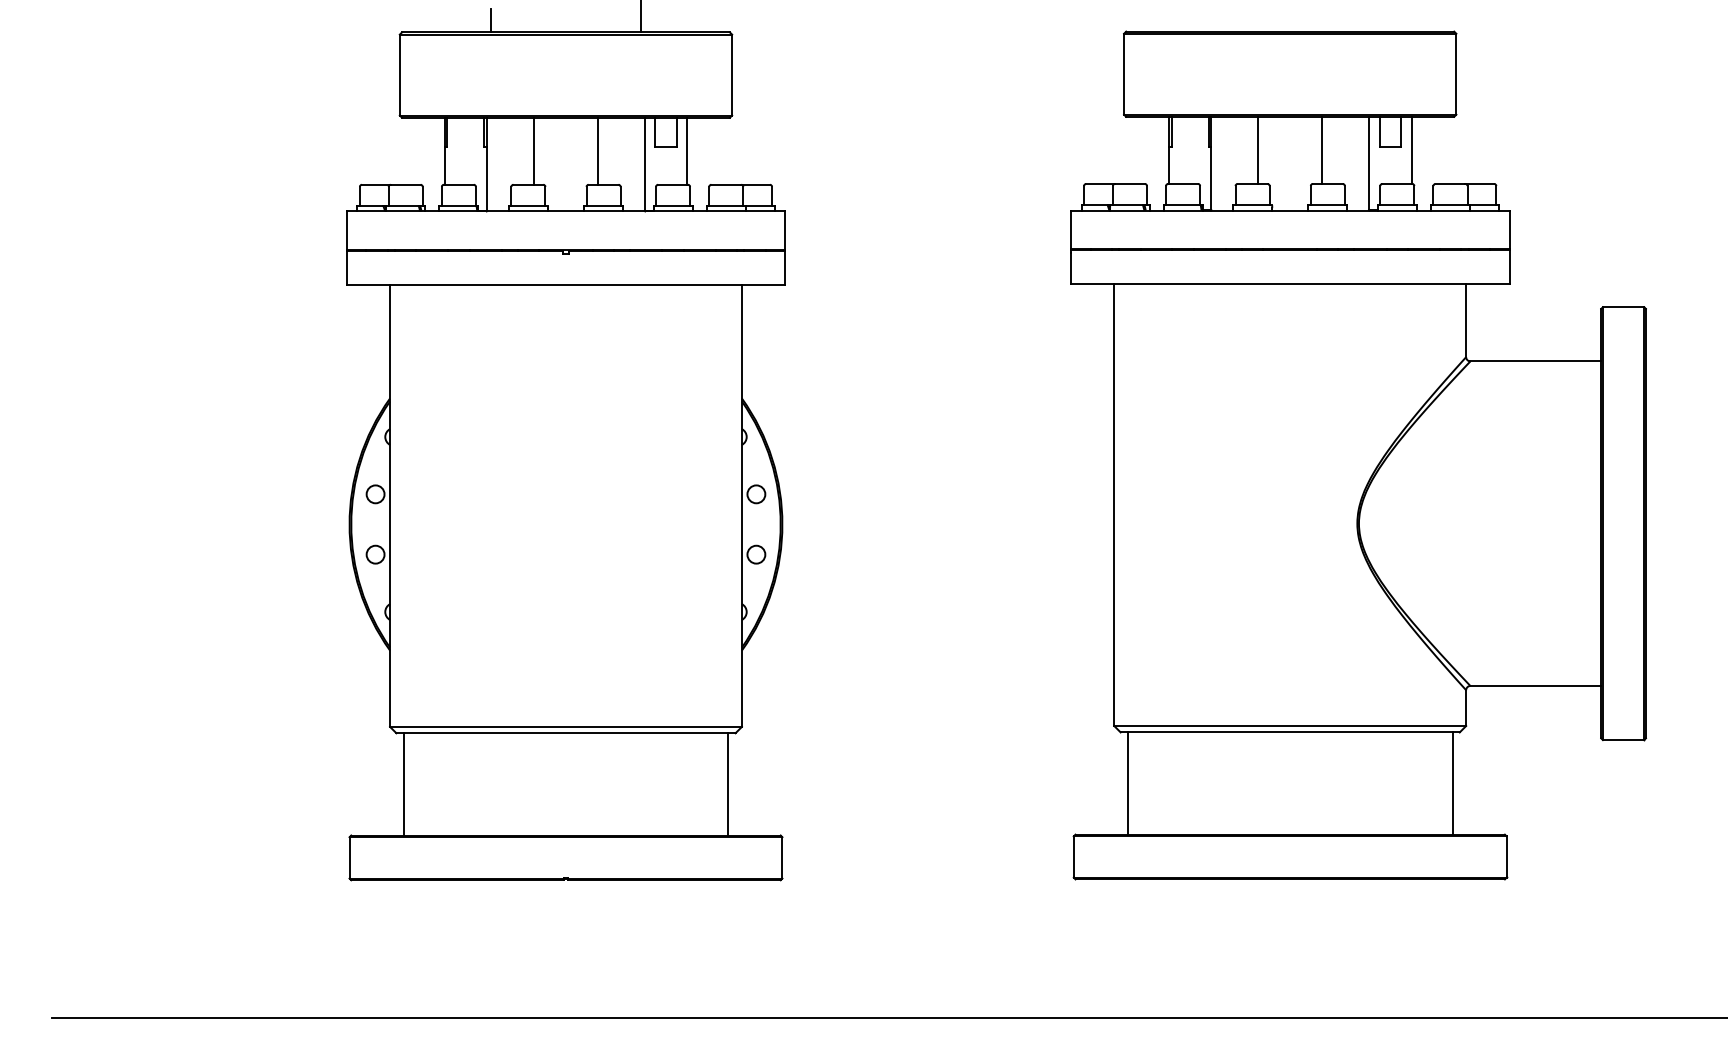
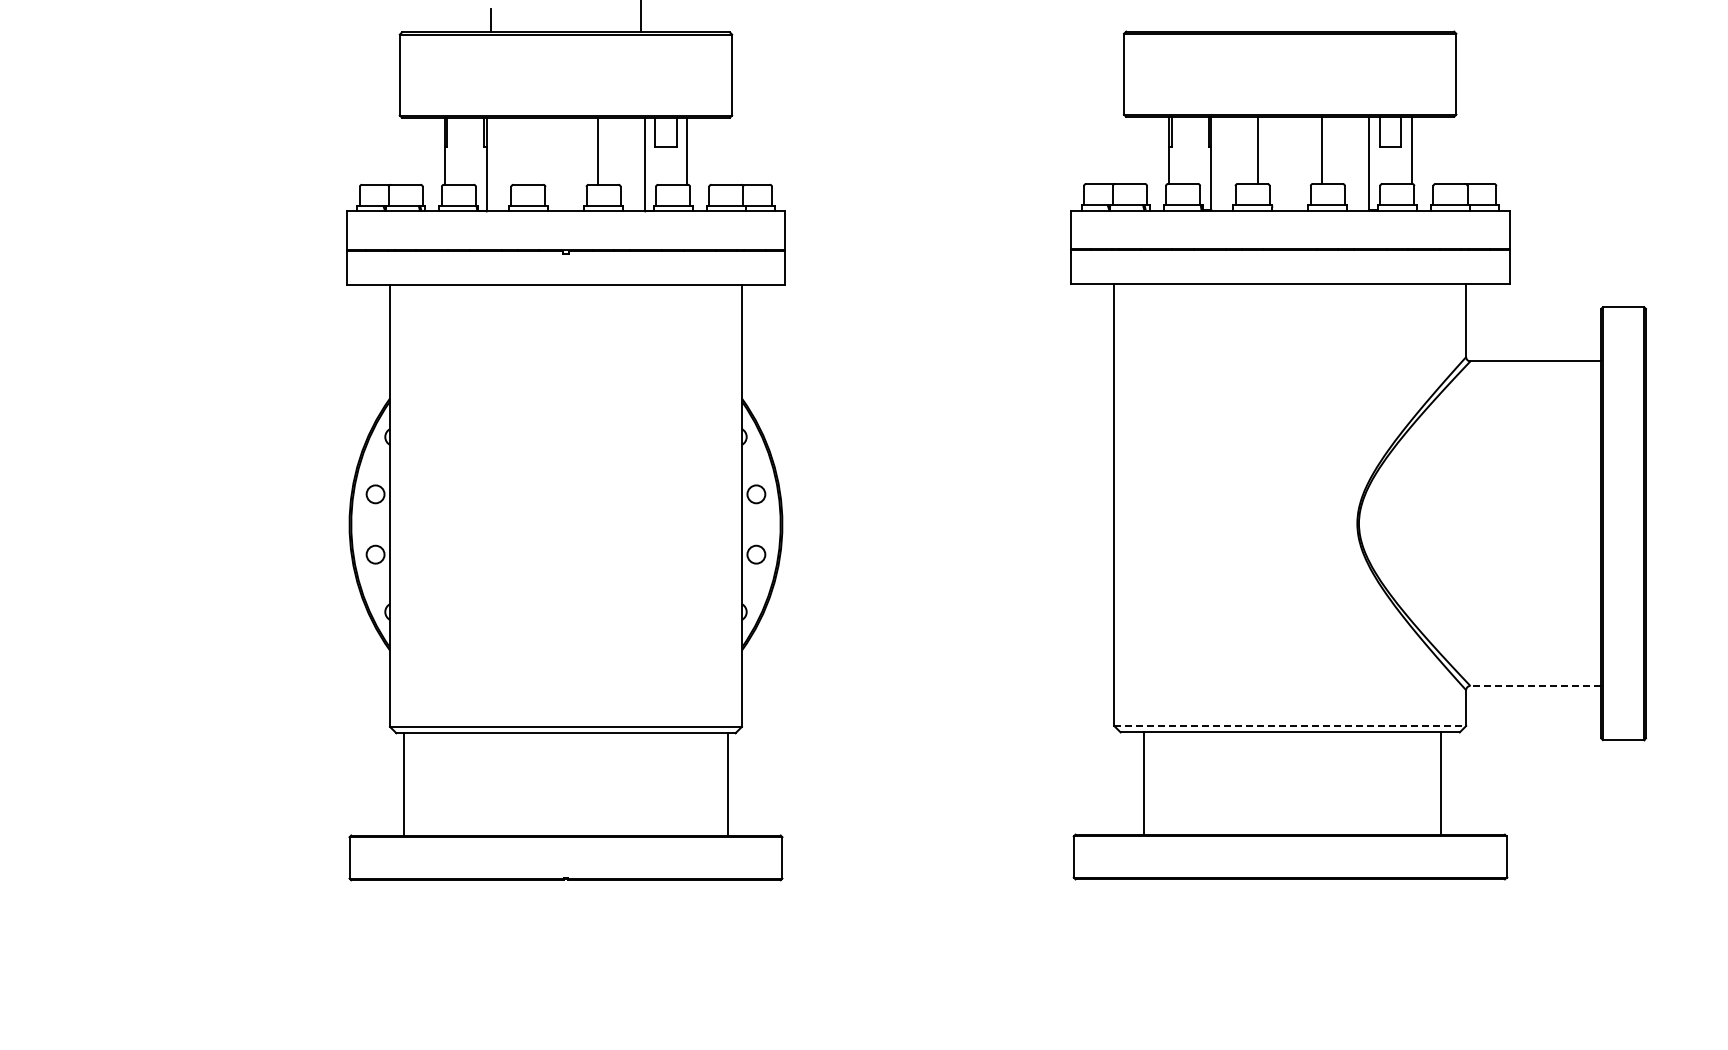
line at (534, 150): present -> none
line at (1535, 685): solid -> dashed
line at (1290, 726): solid -> dashed
line at (1127, 783) position: (1127, 783) -> (1143, 783)
line at (1452, 783) position: (1452, 783) -> (1440, 783)
line at (887, 1018): present -> none
